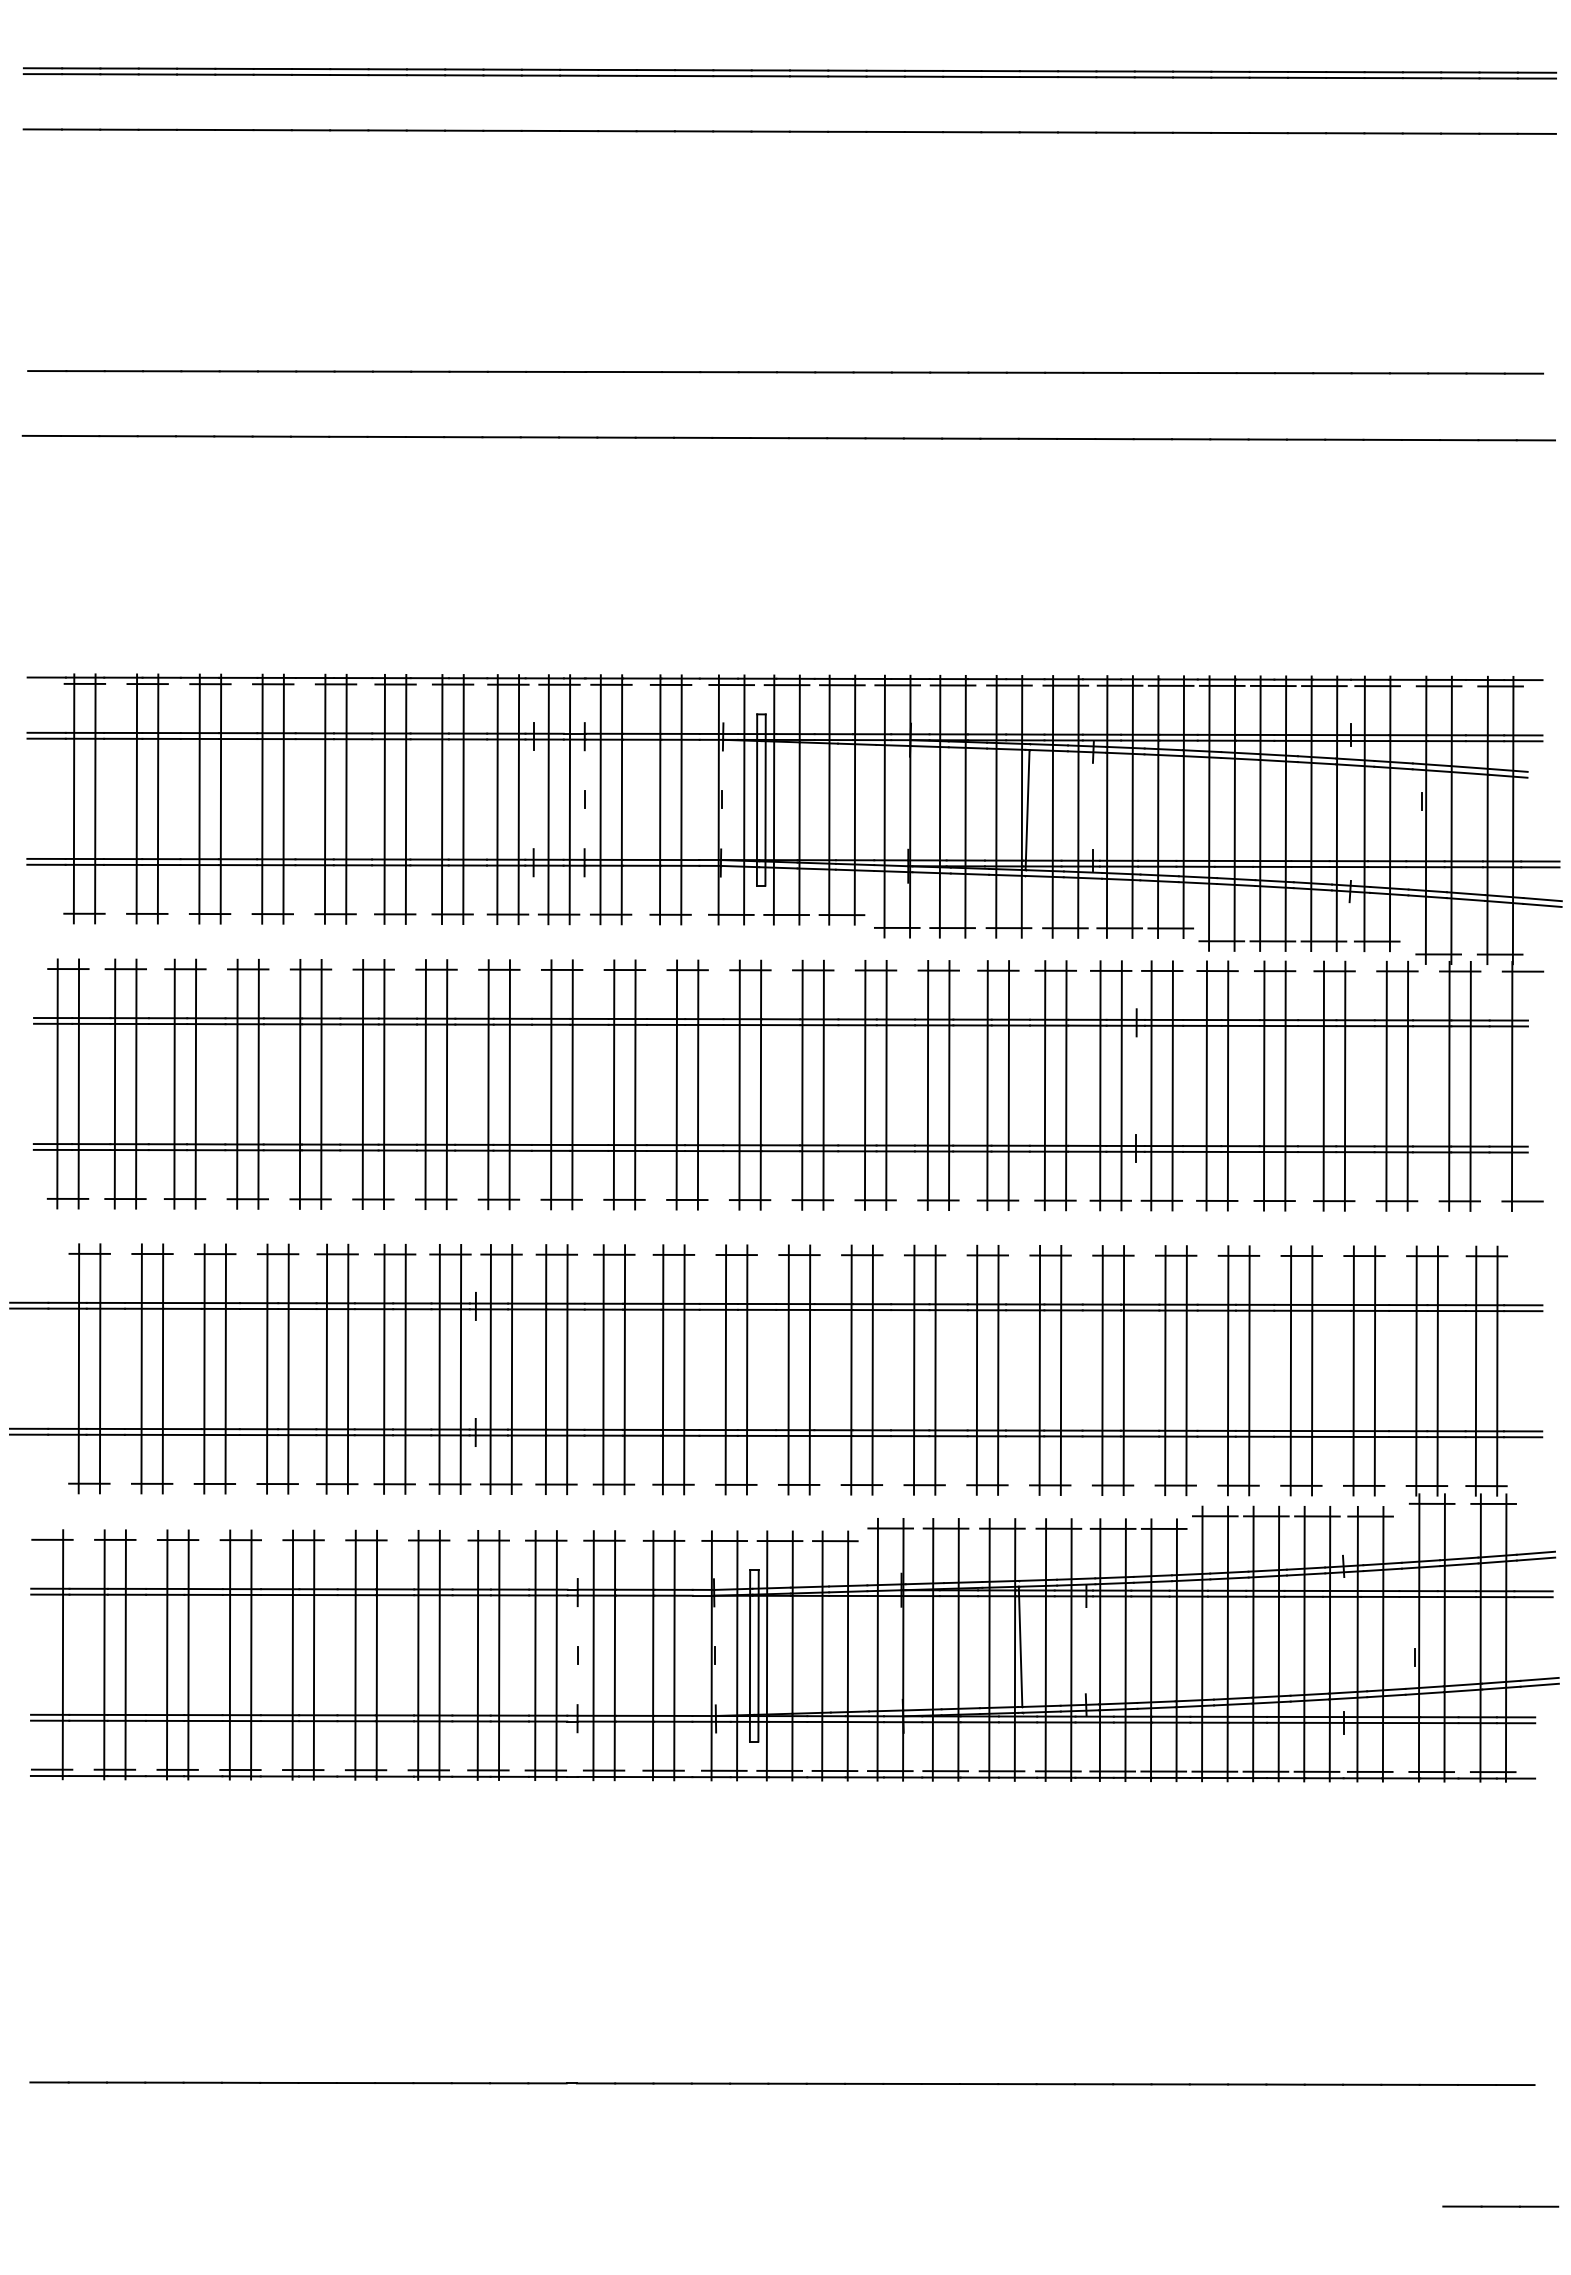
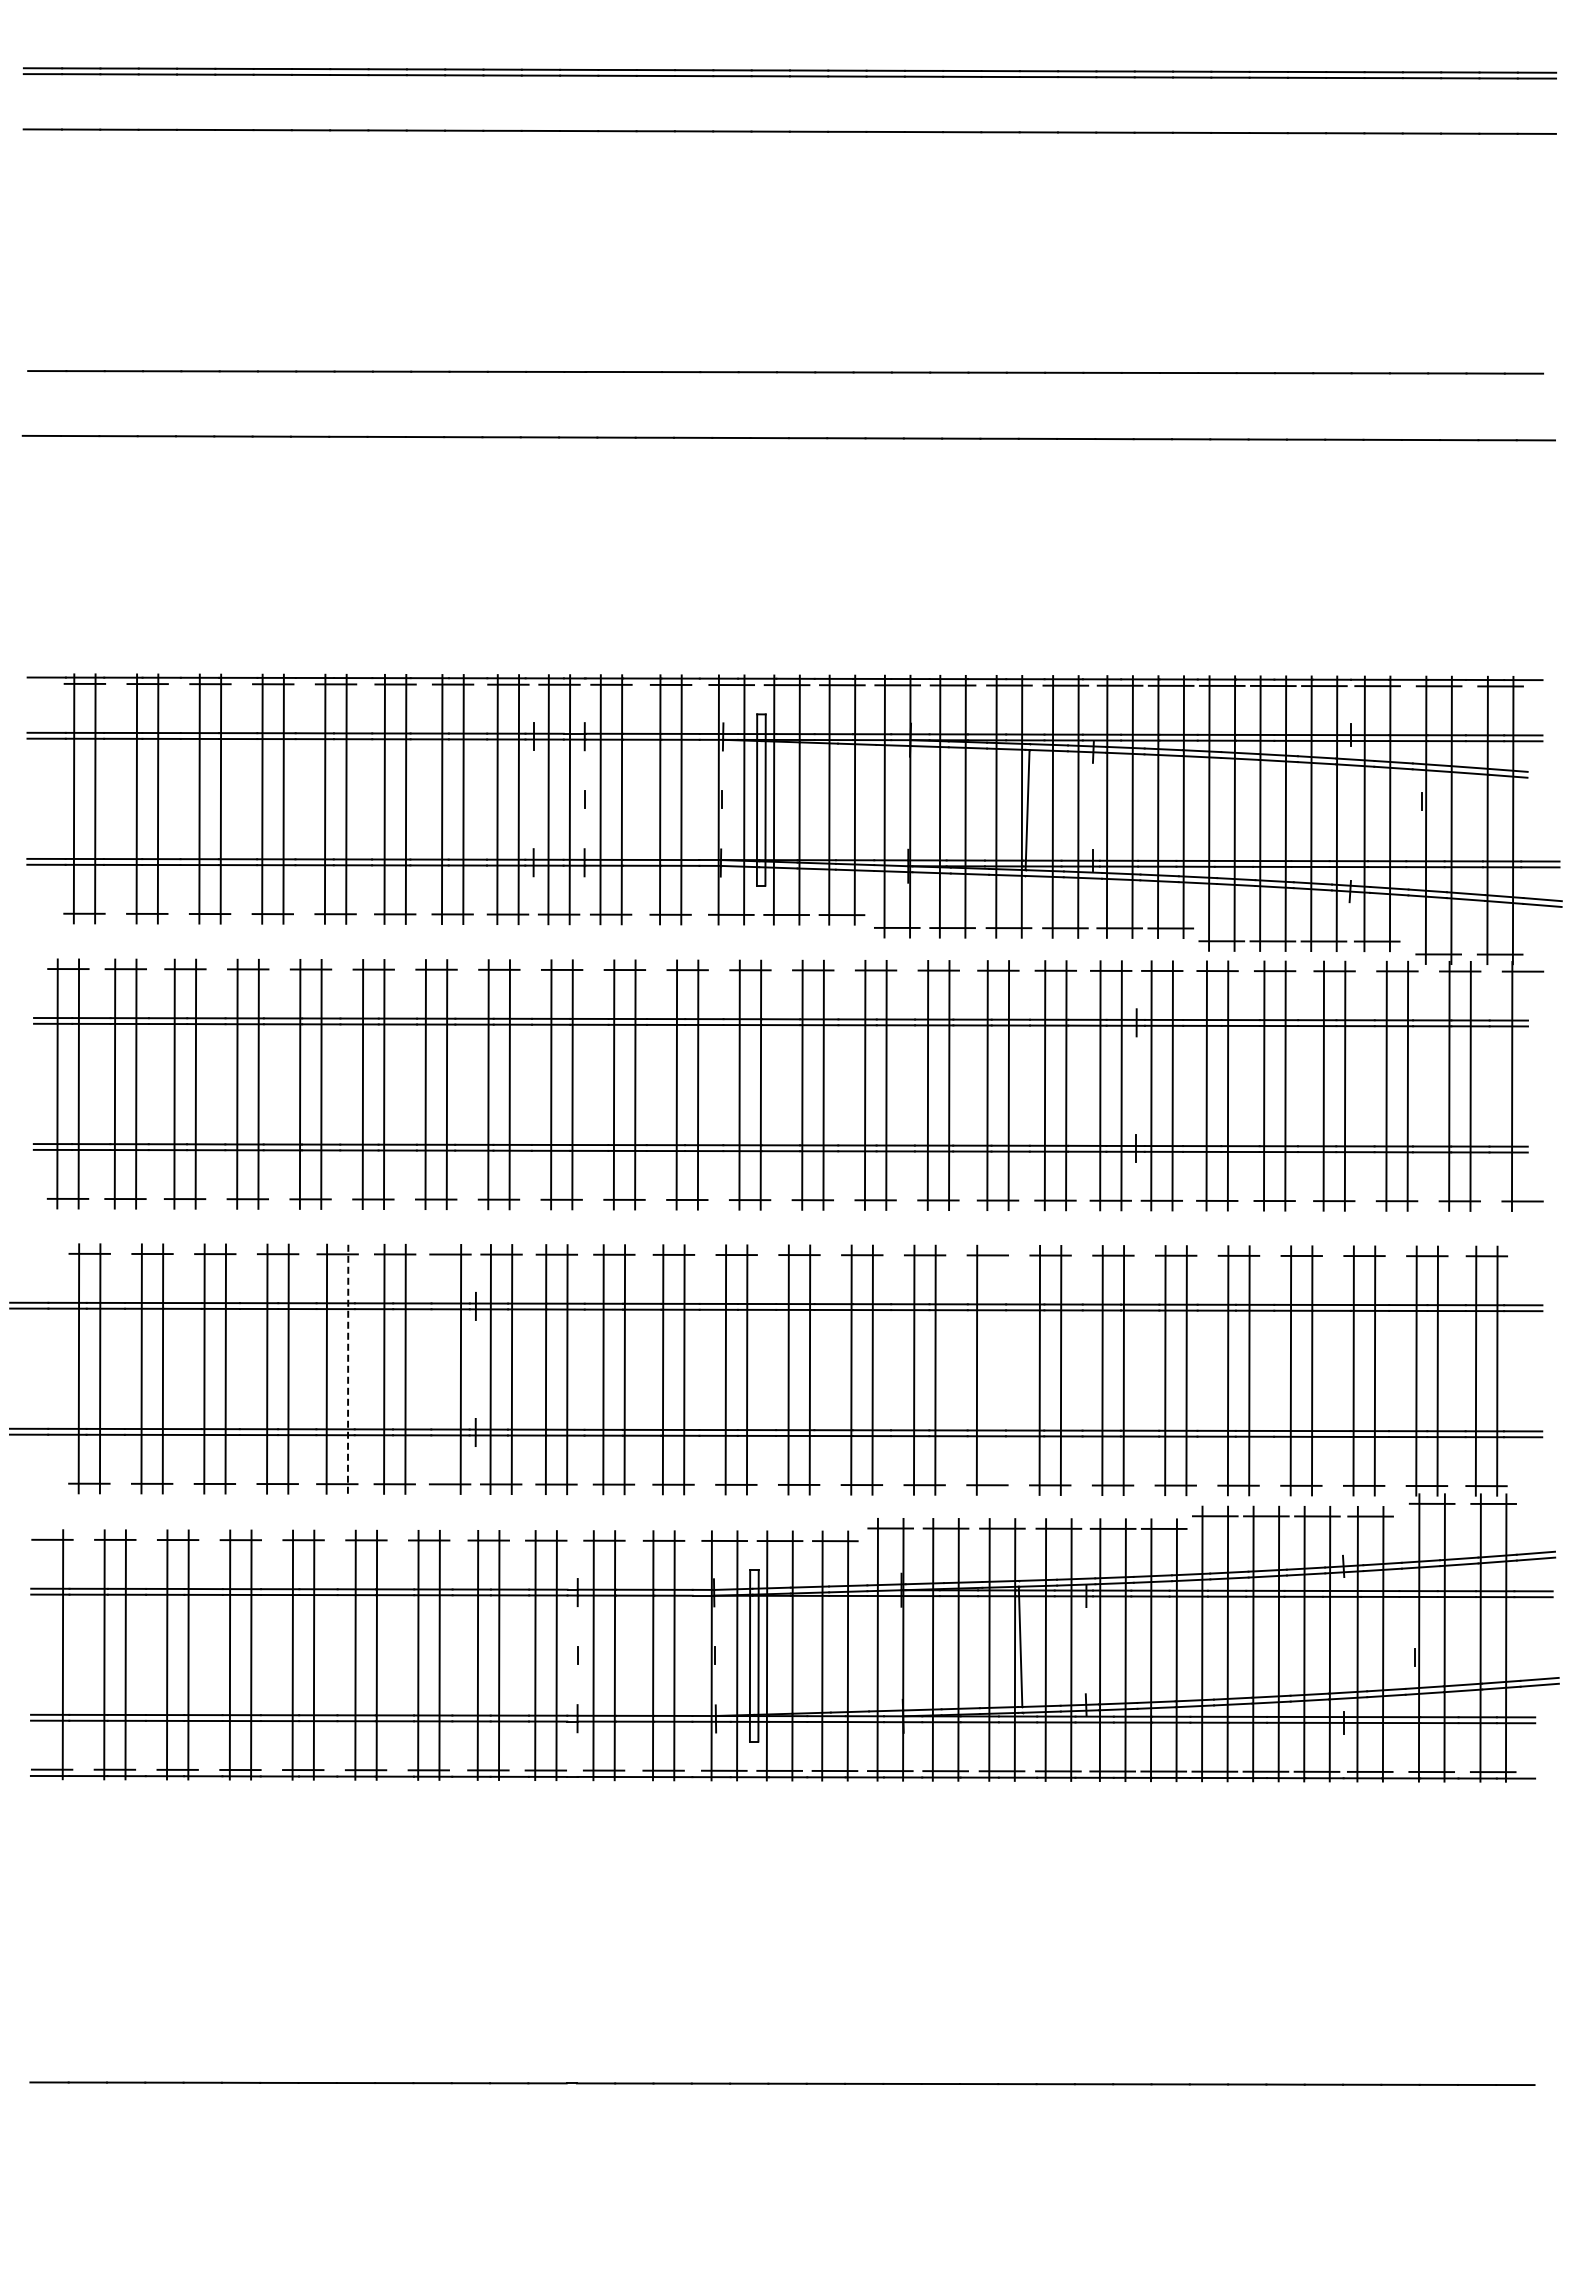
line at (348, 1368): solid -> dashed
line at (439, 1368): present -> none
line at (998, 1369): present -> none
line at (1500, 2206): present -> none
